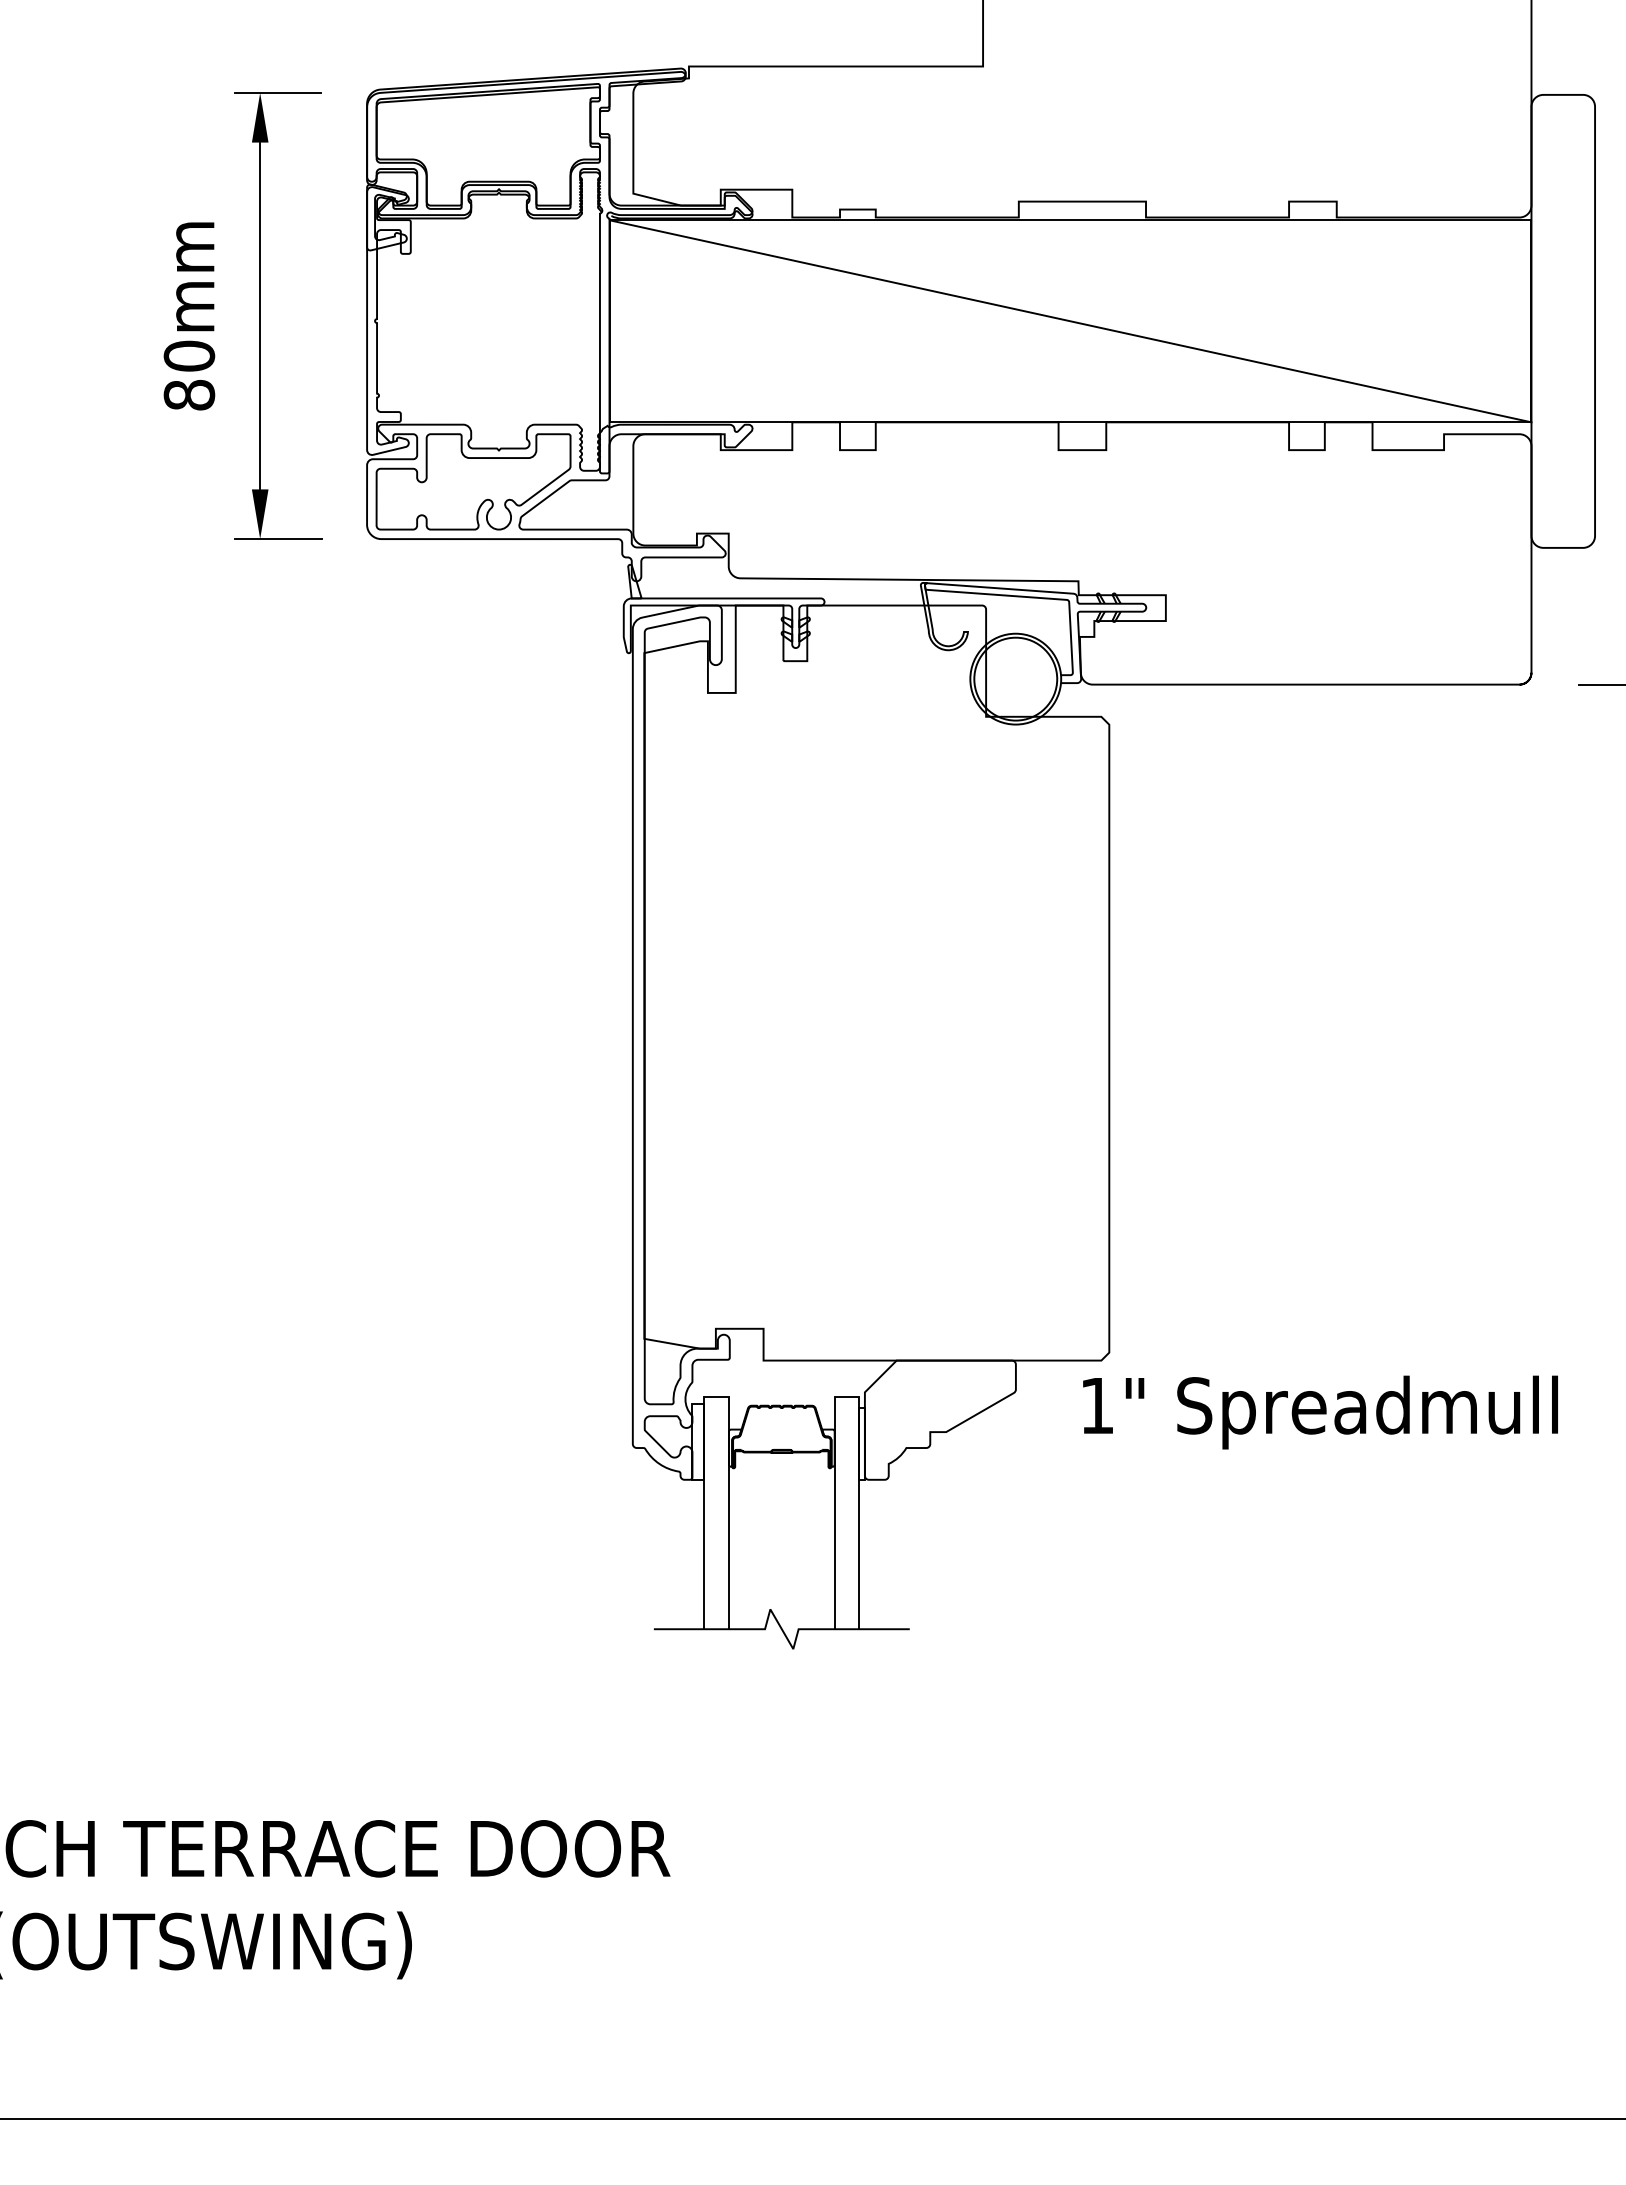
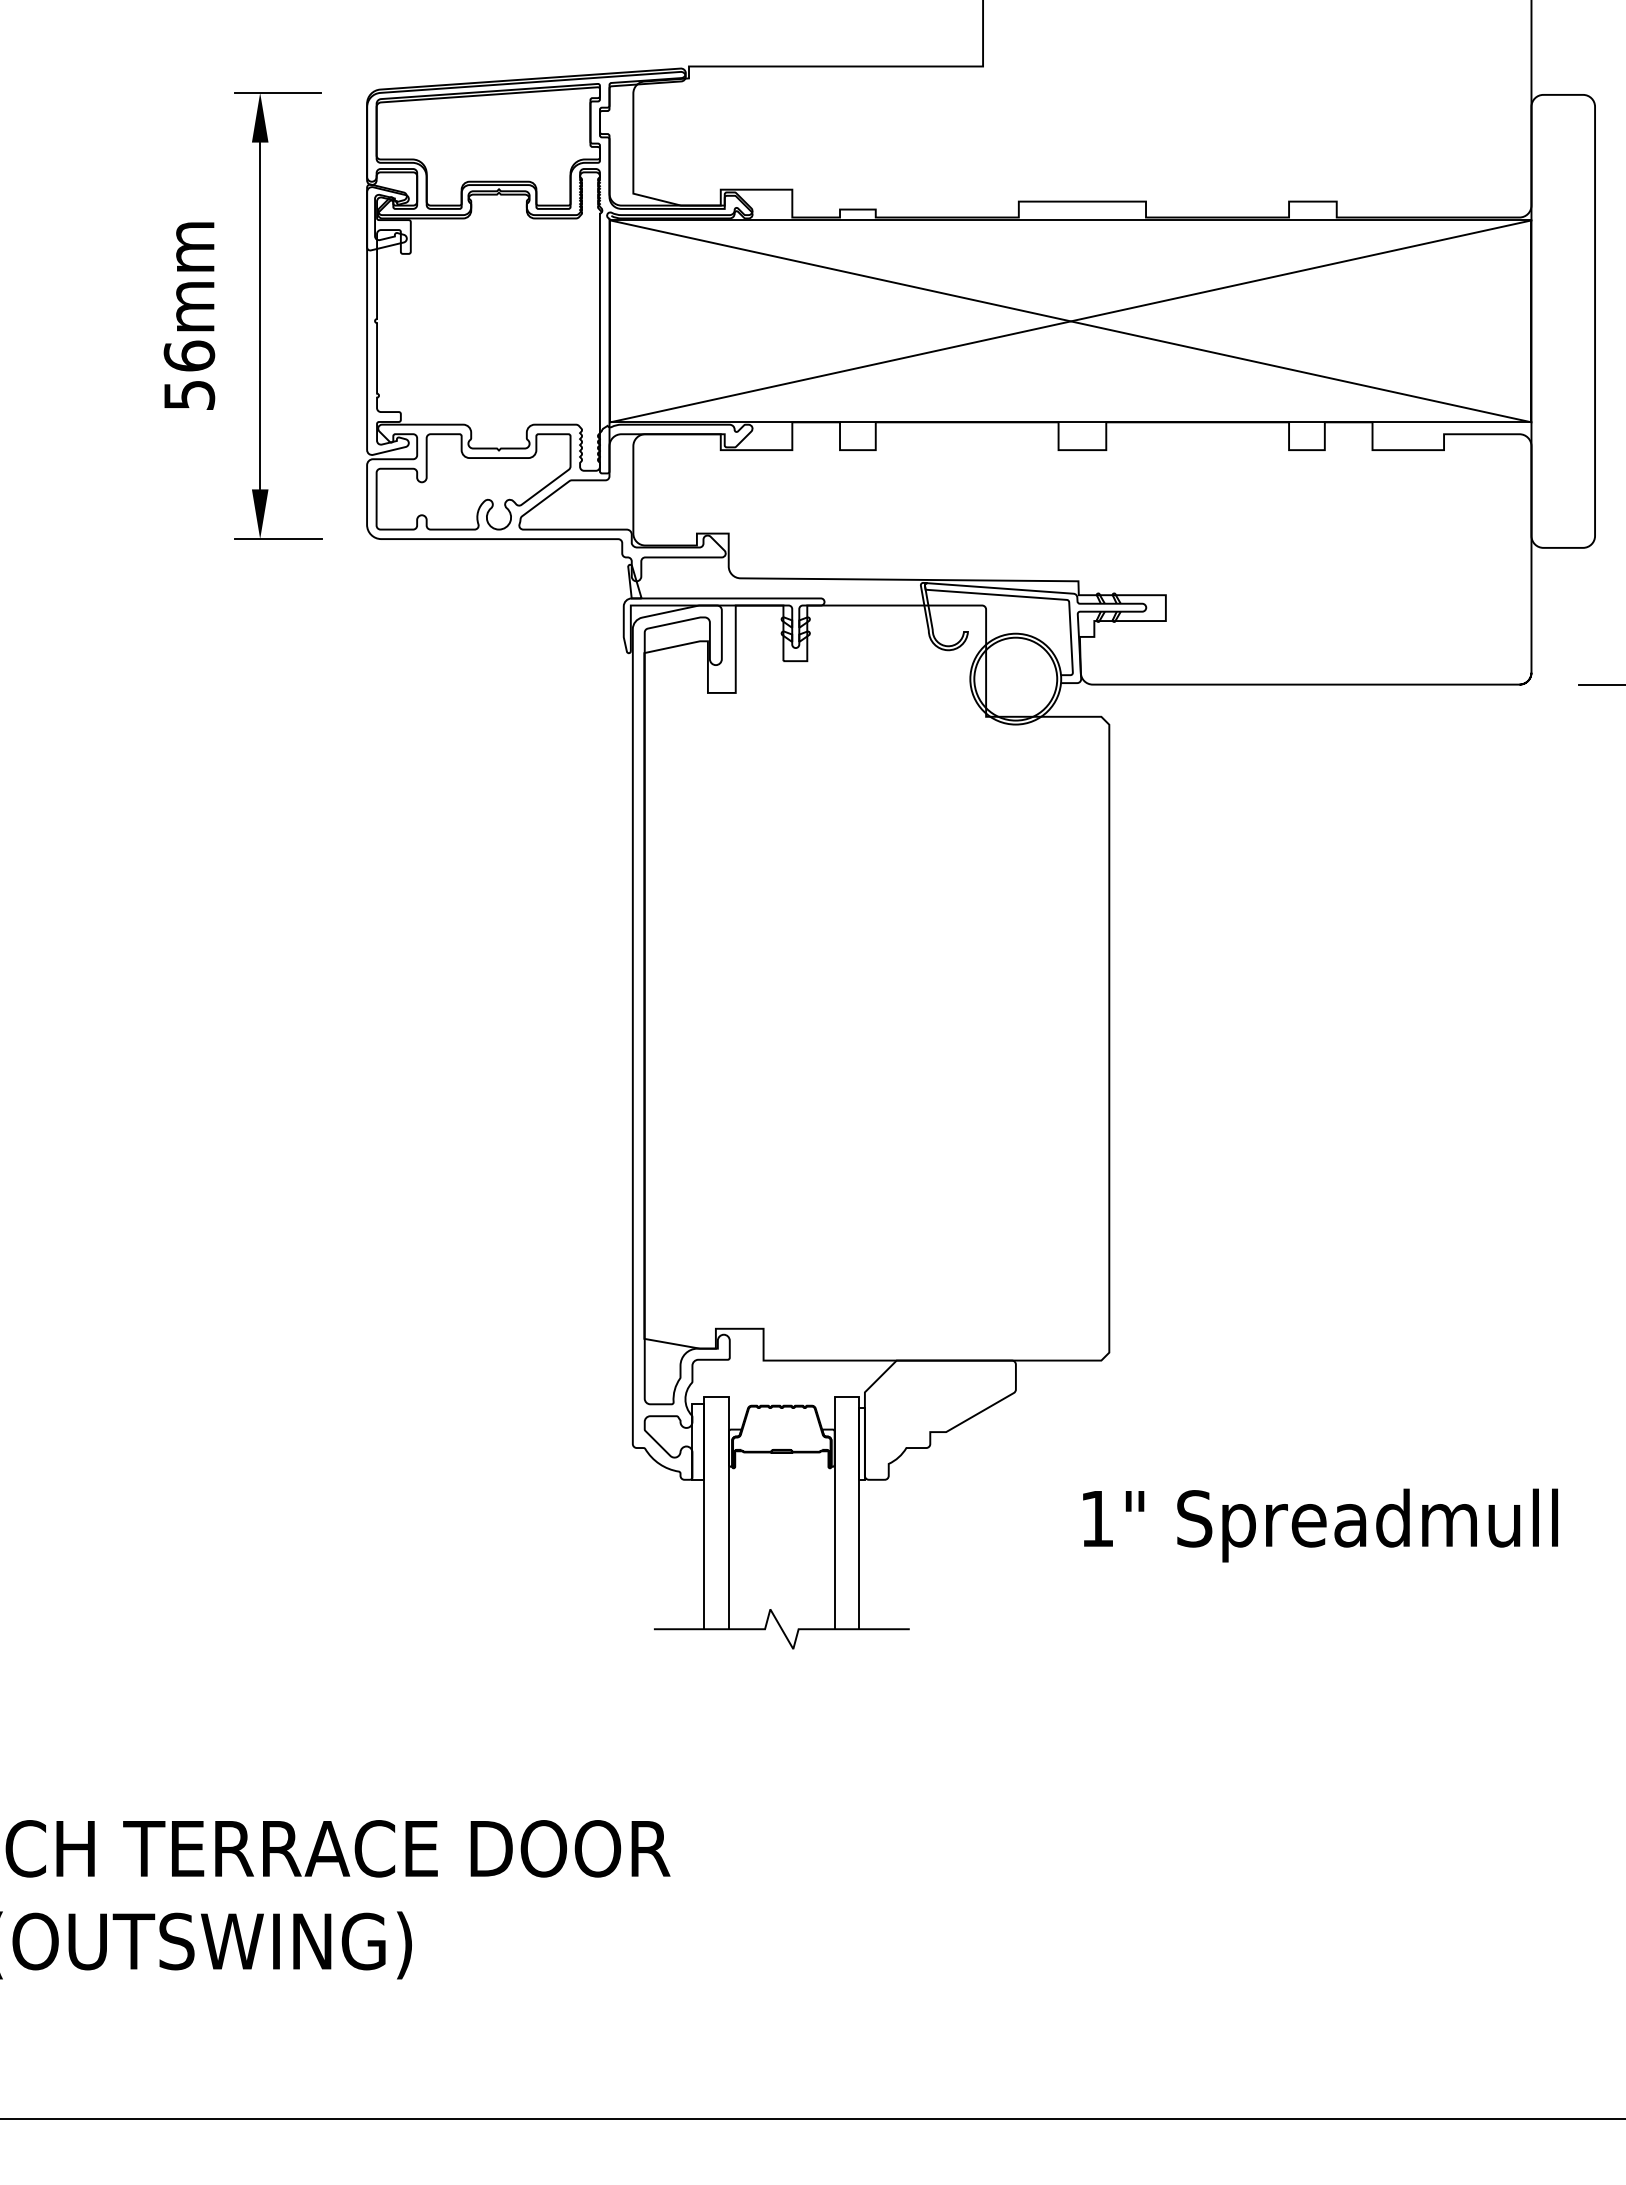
line at (1070, 321): none -> present
text at (189, 375): 80mm -> 56mm
text at (1320, 1412) position: (1320, 1412) -> (1320, 1525)
